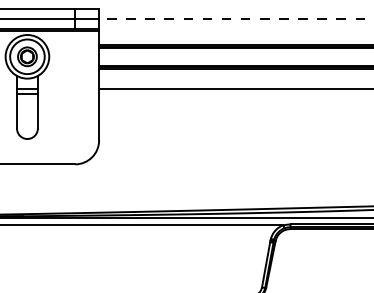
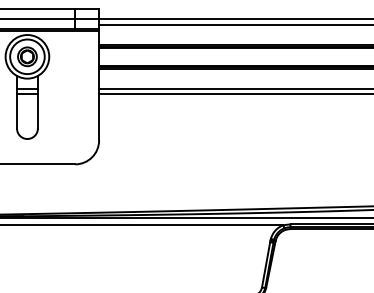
line at (236, 19): dashed -> solid
line at (234, 24): none -> present
line at (234, 94): none -> present
